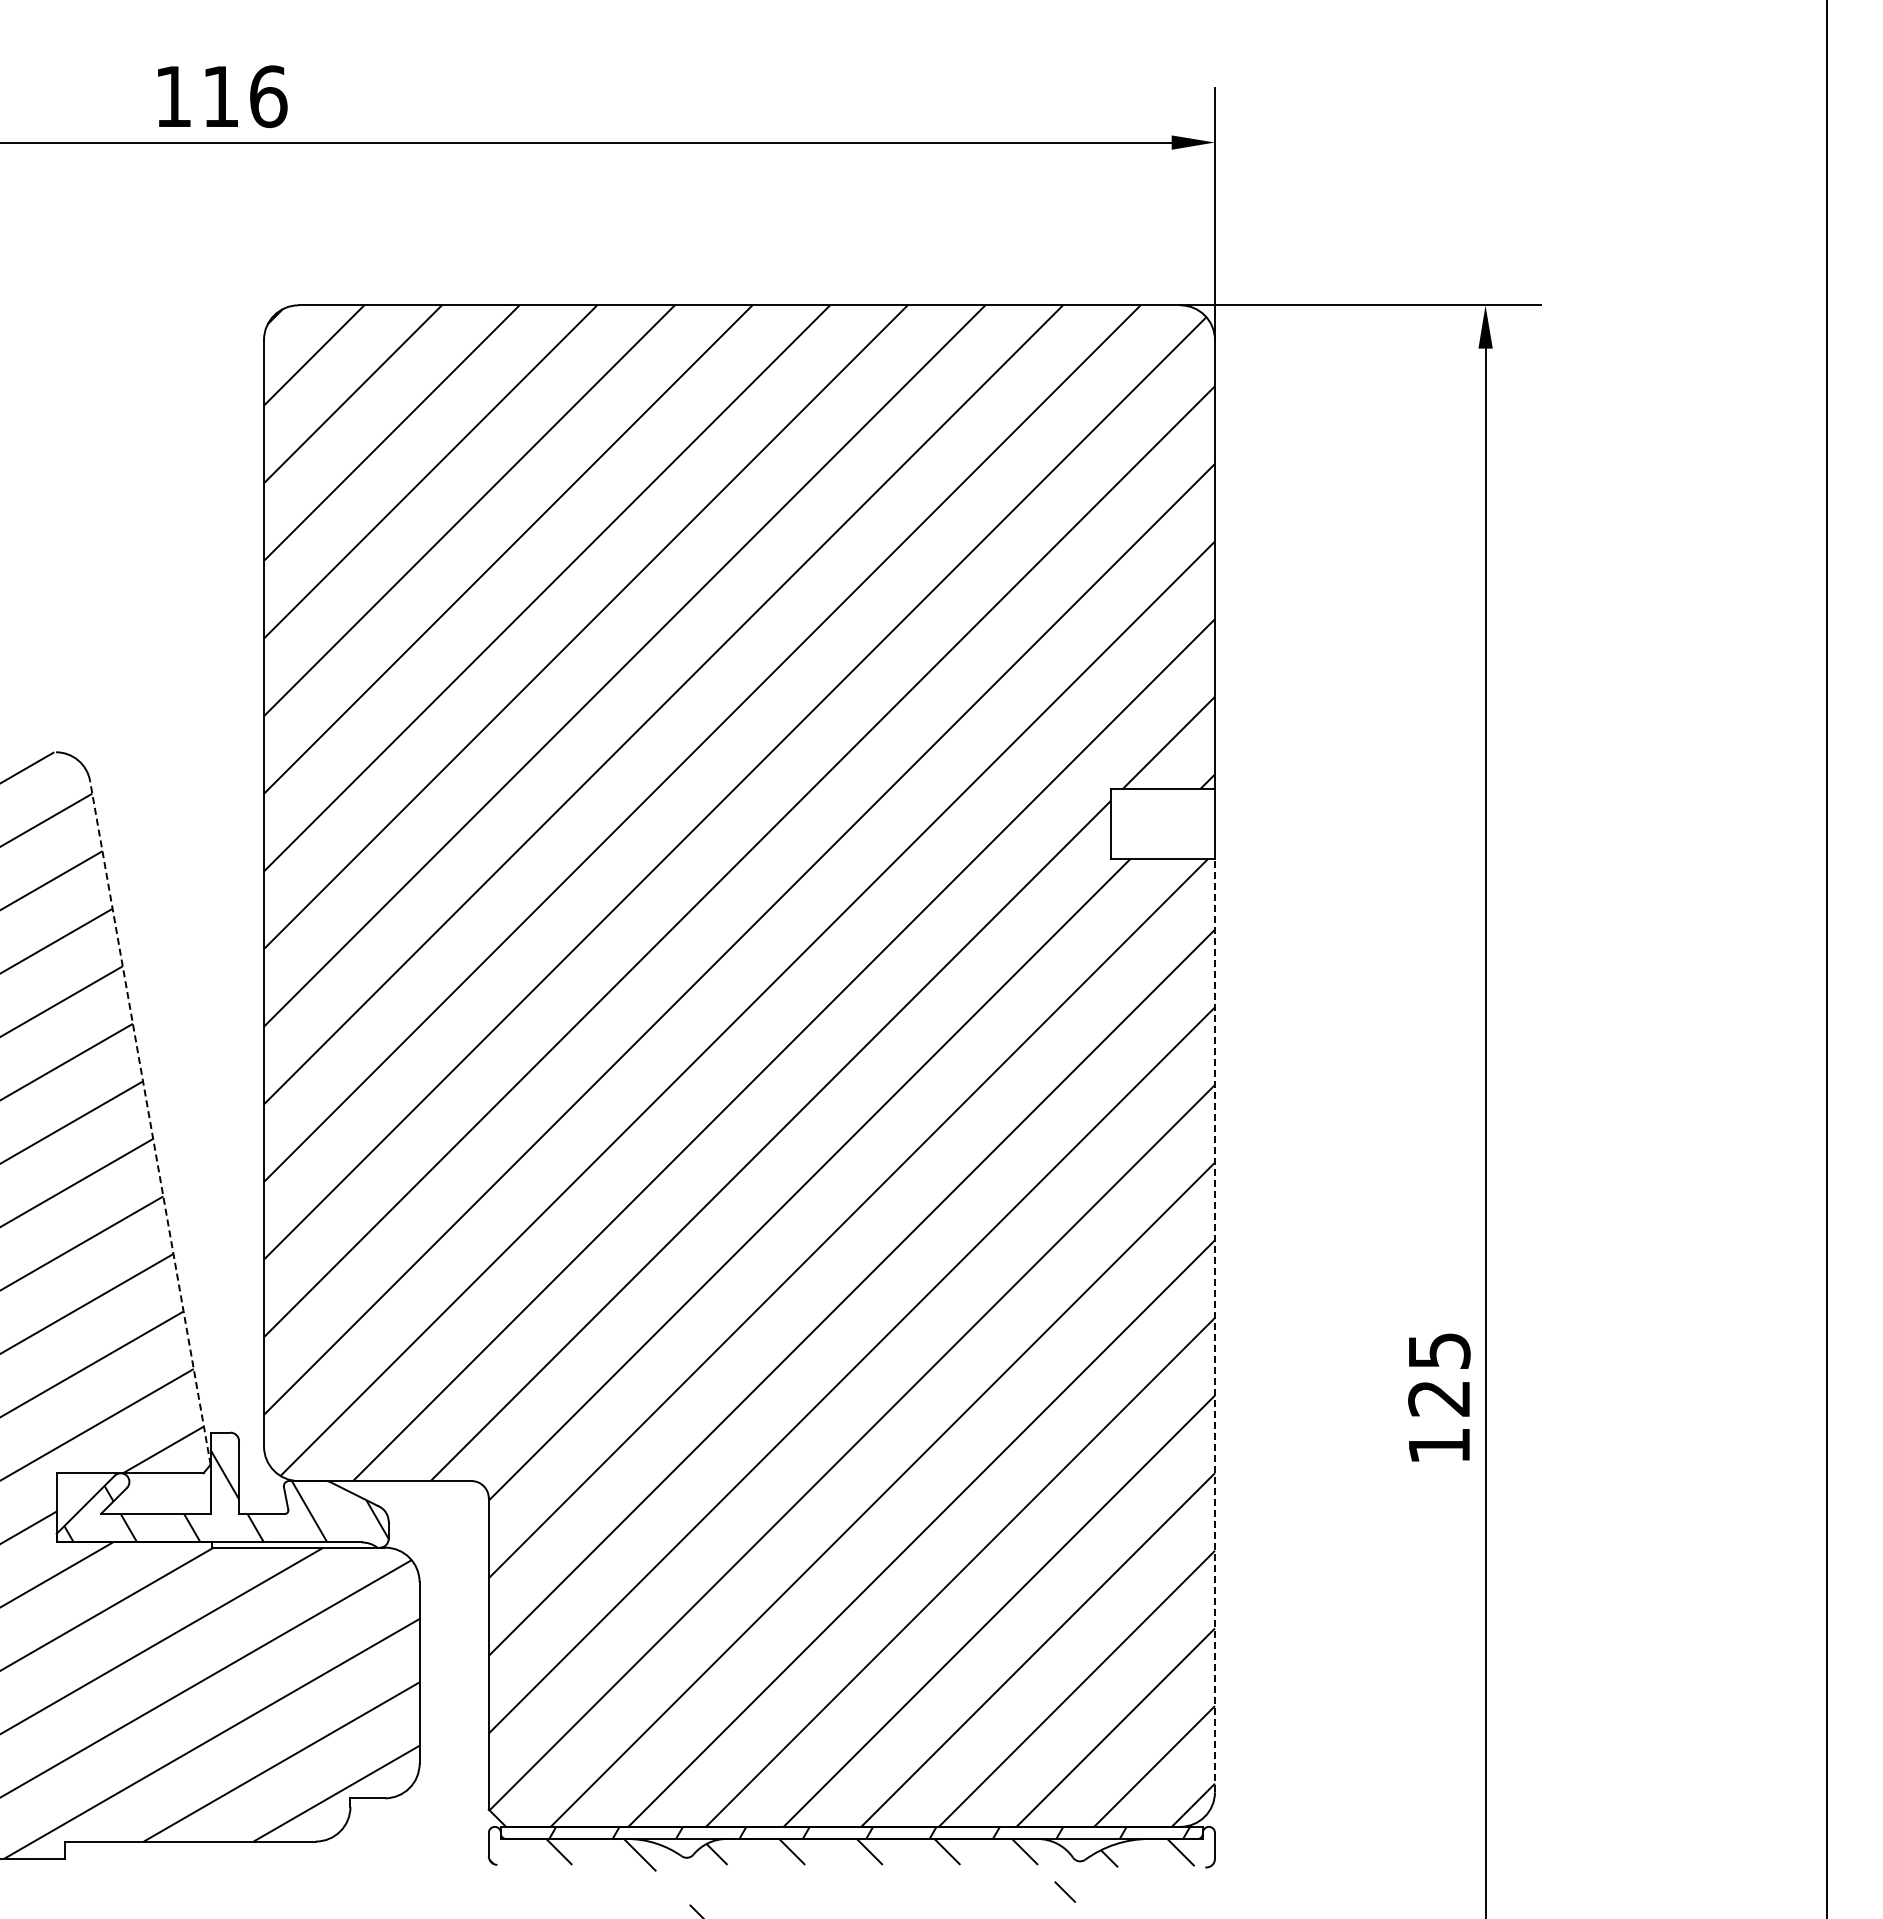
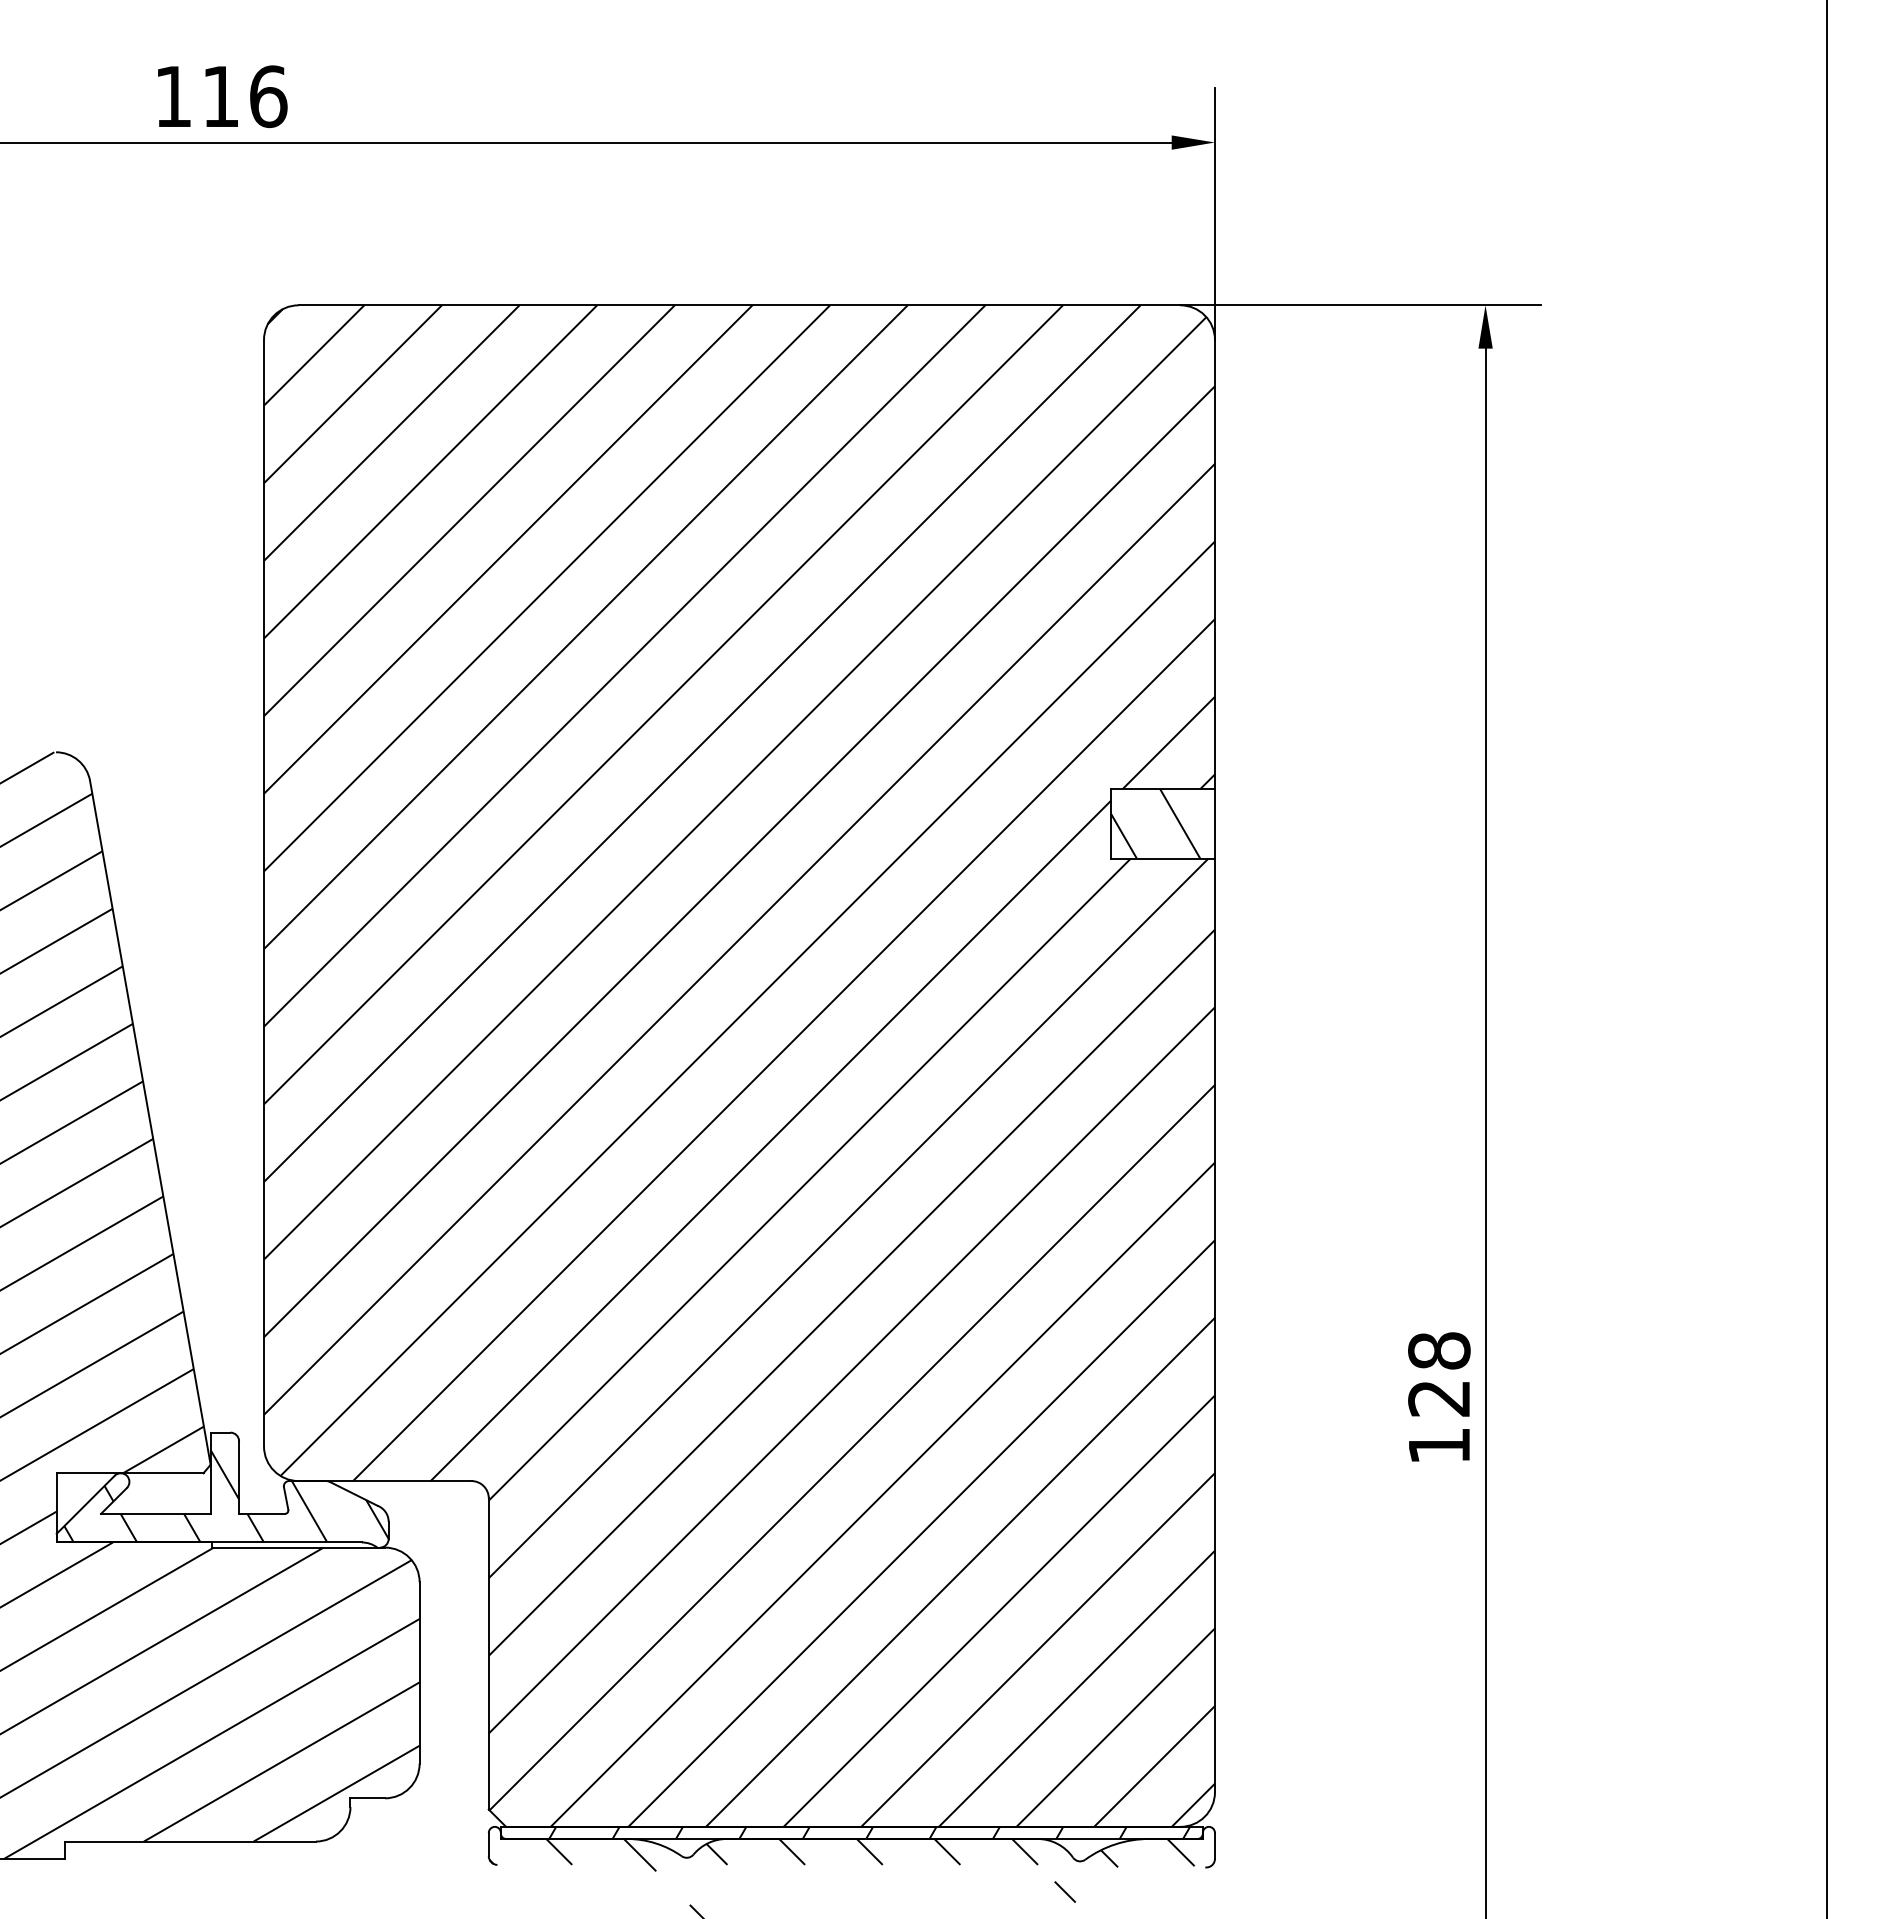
hatch at (1155, 823): none -> present
line at (150, 1122): dashed -> solid
line at (1214, 1325): dashed -> solid
text at (1439, 1350): 125 -> 128
